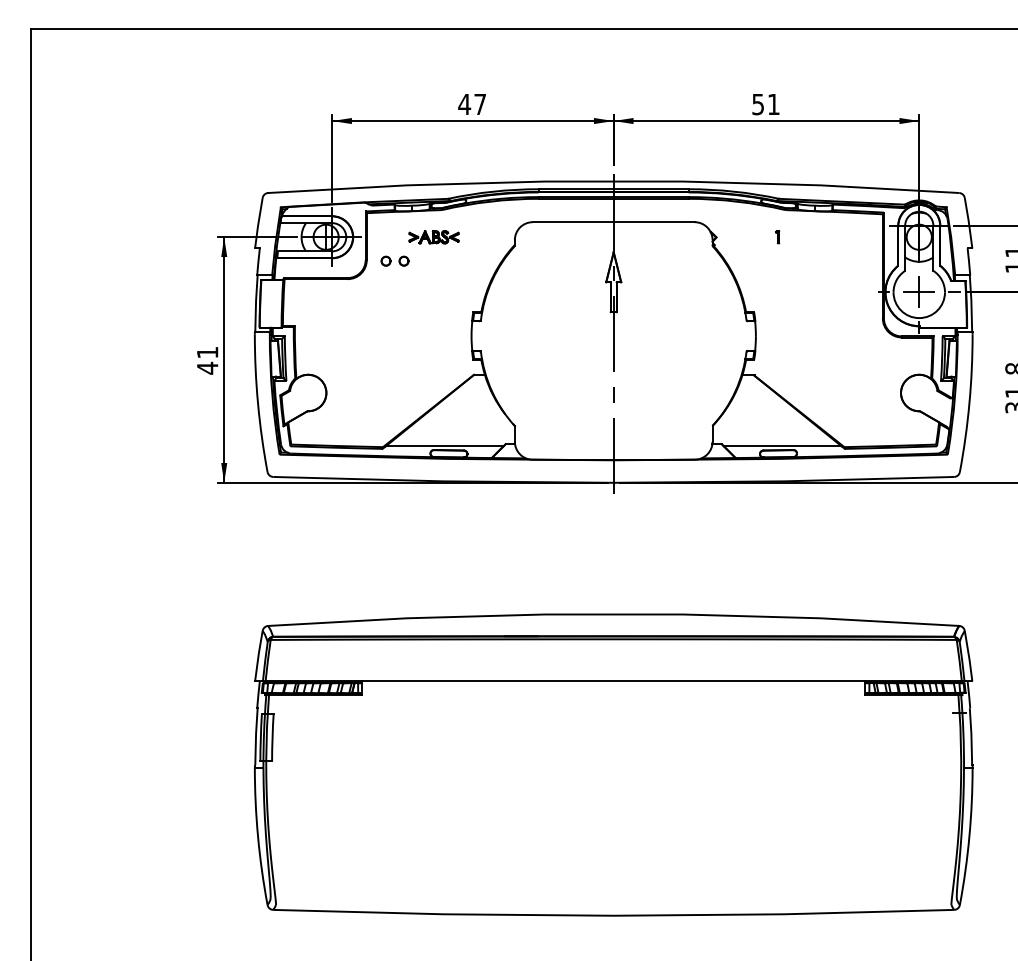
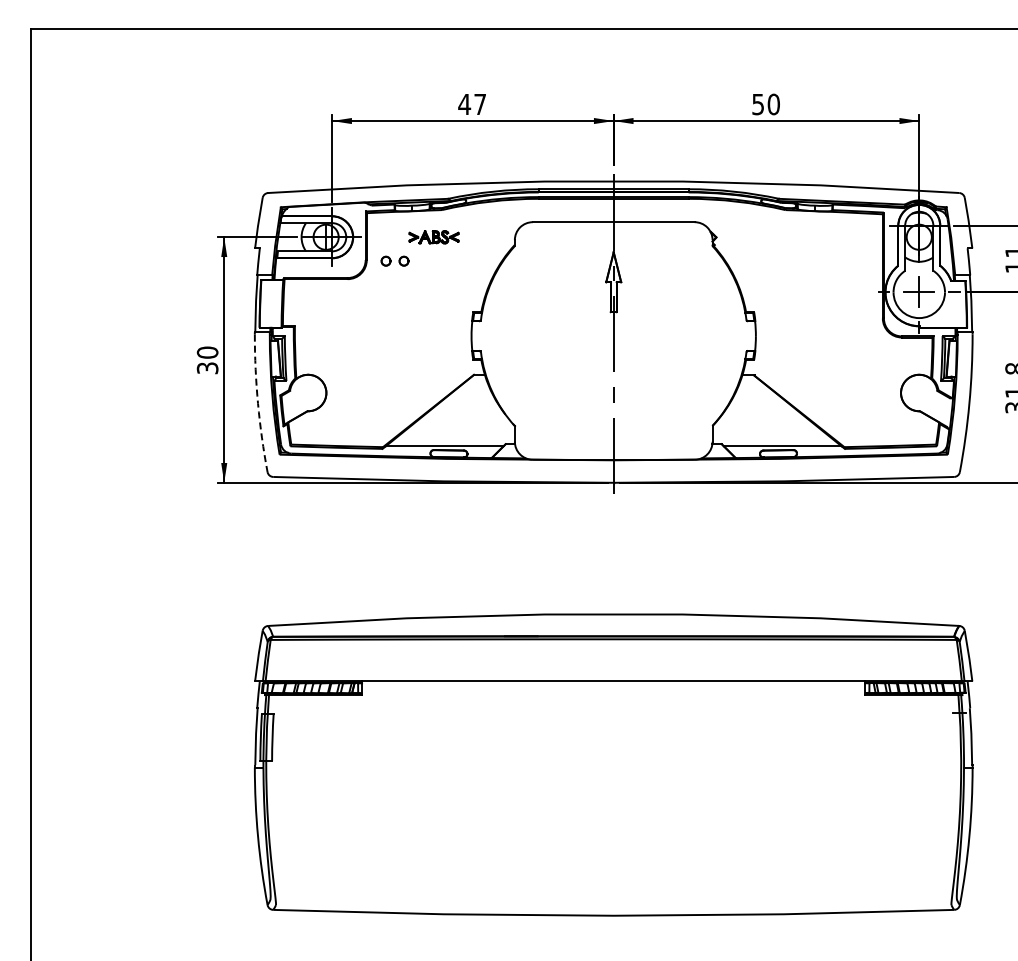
text at (773, 104): 51 -> 50
part at (777, 237): present -> none
text at (207, 360): 41 -> 30
arc at (258, 403): solid -> dashed
